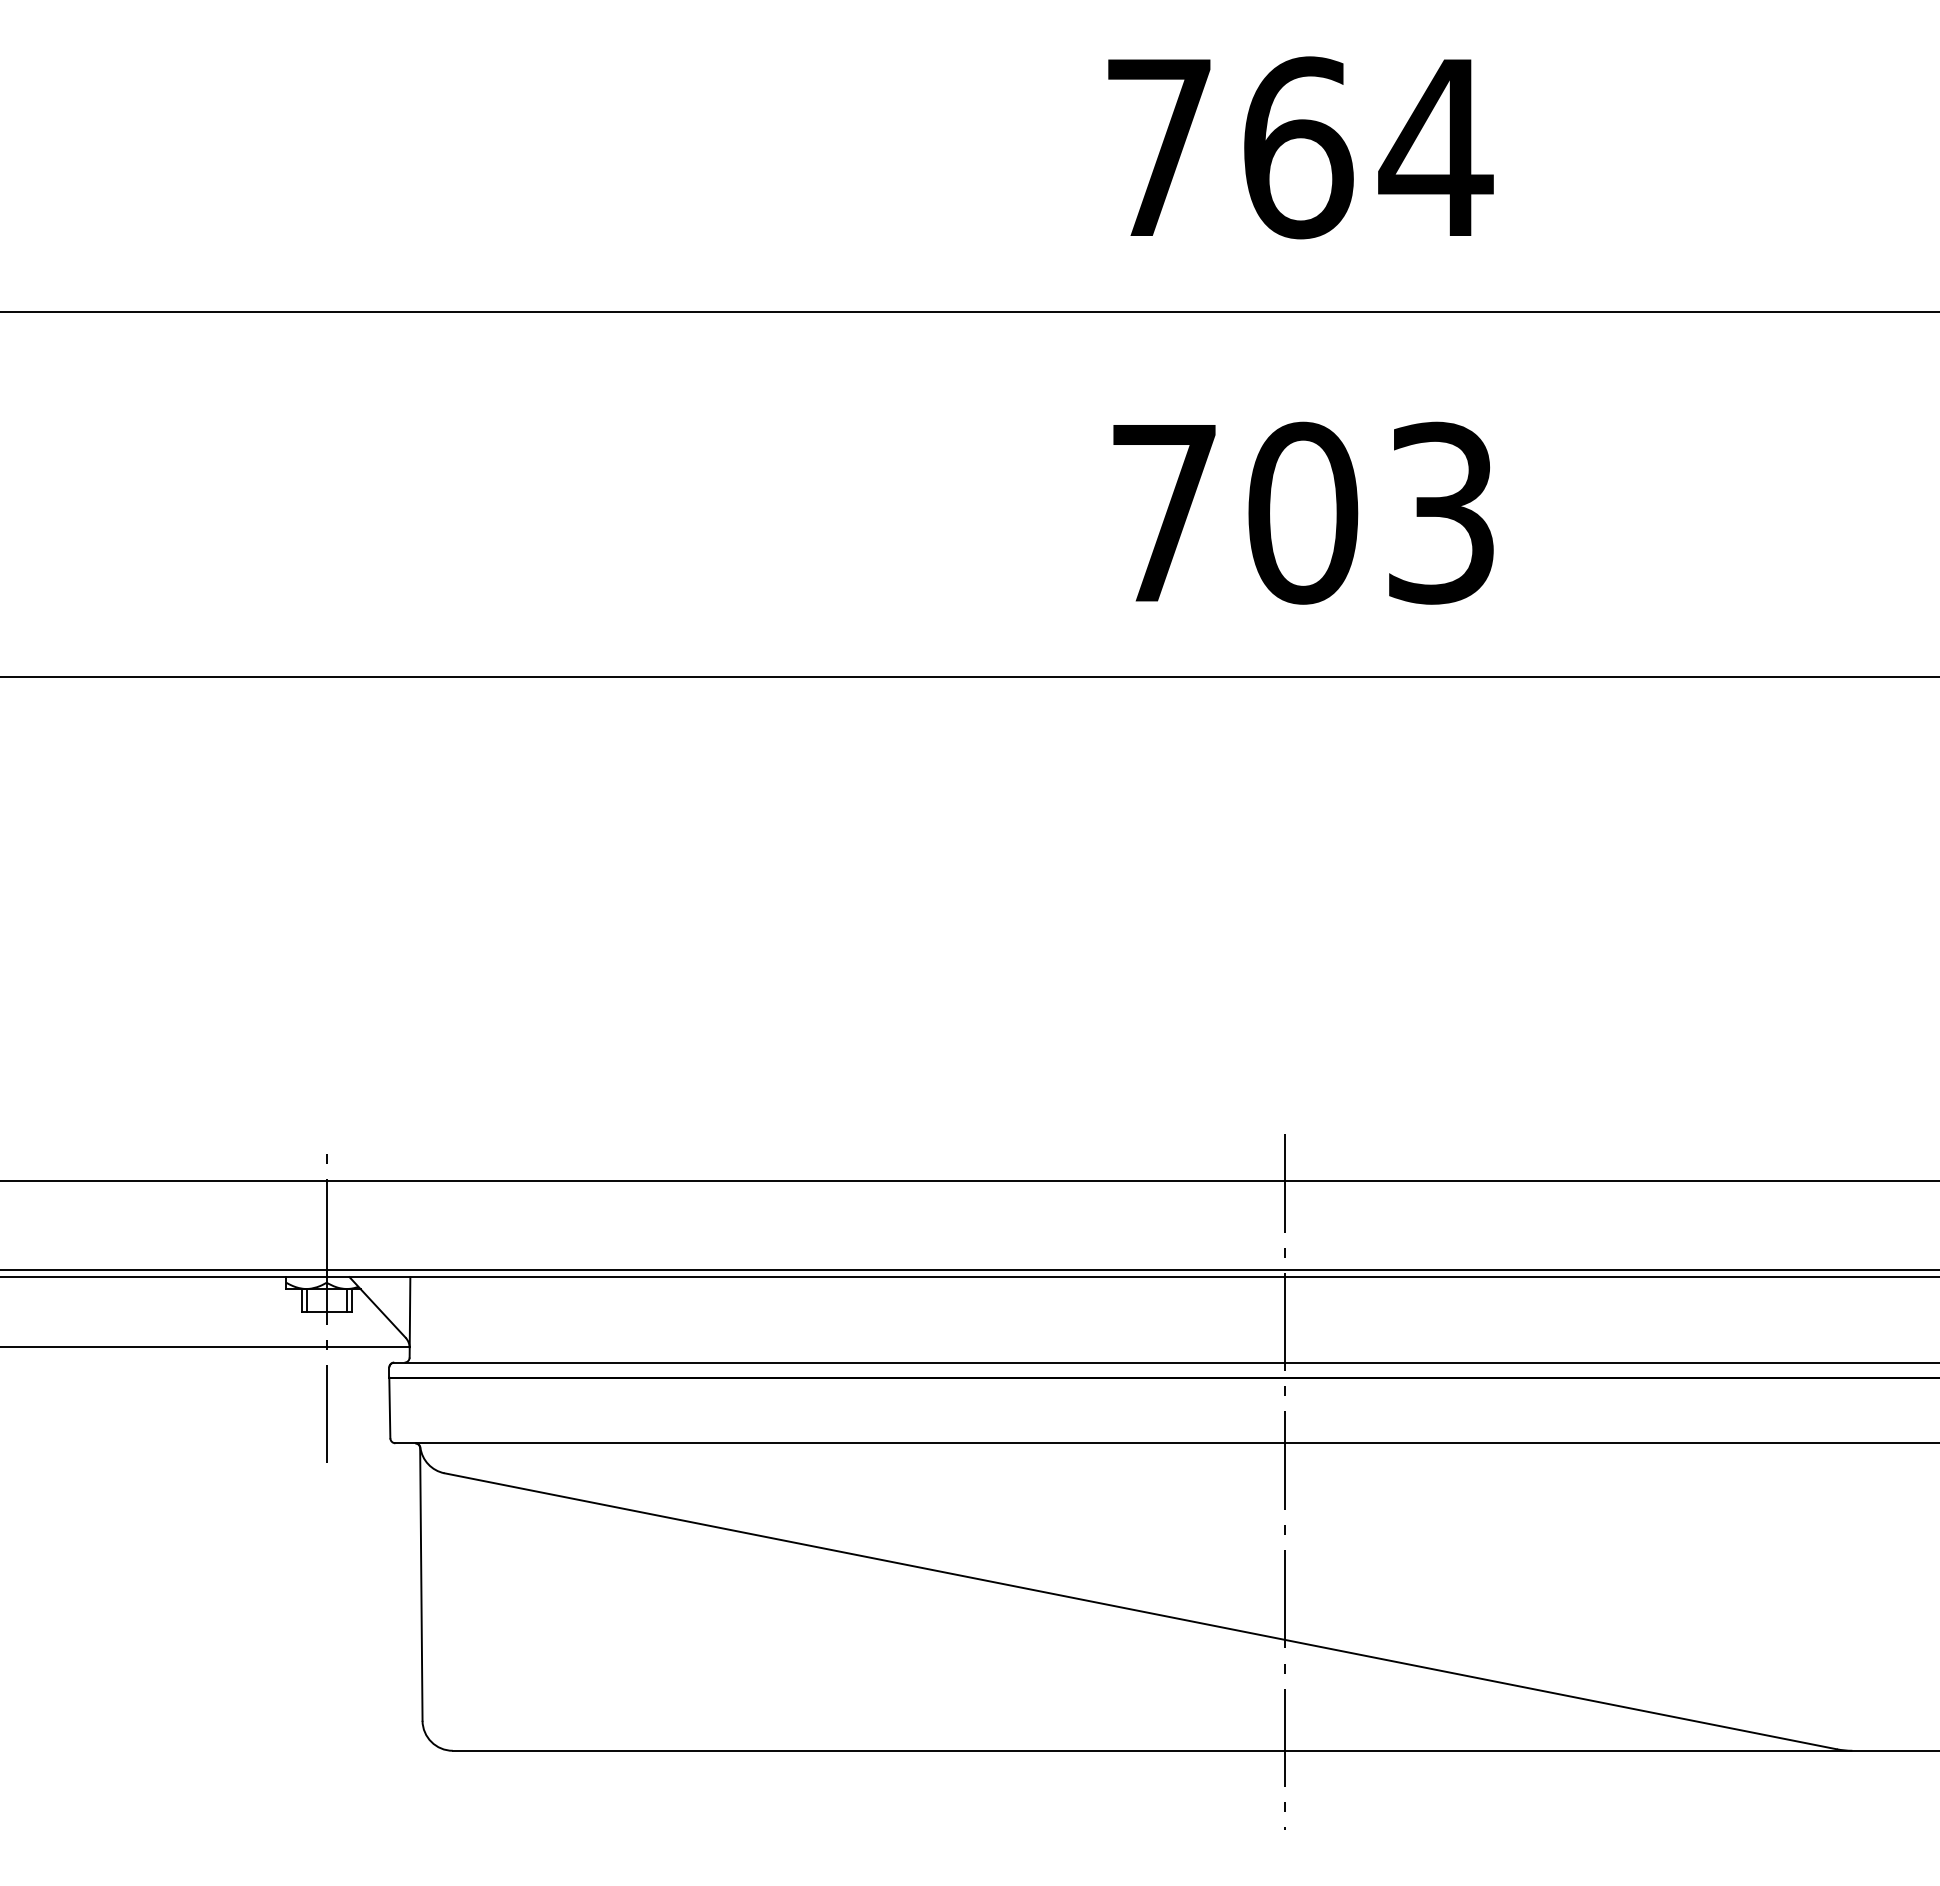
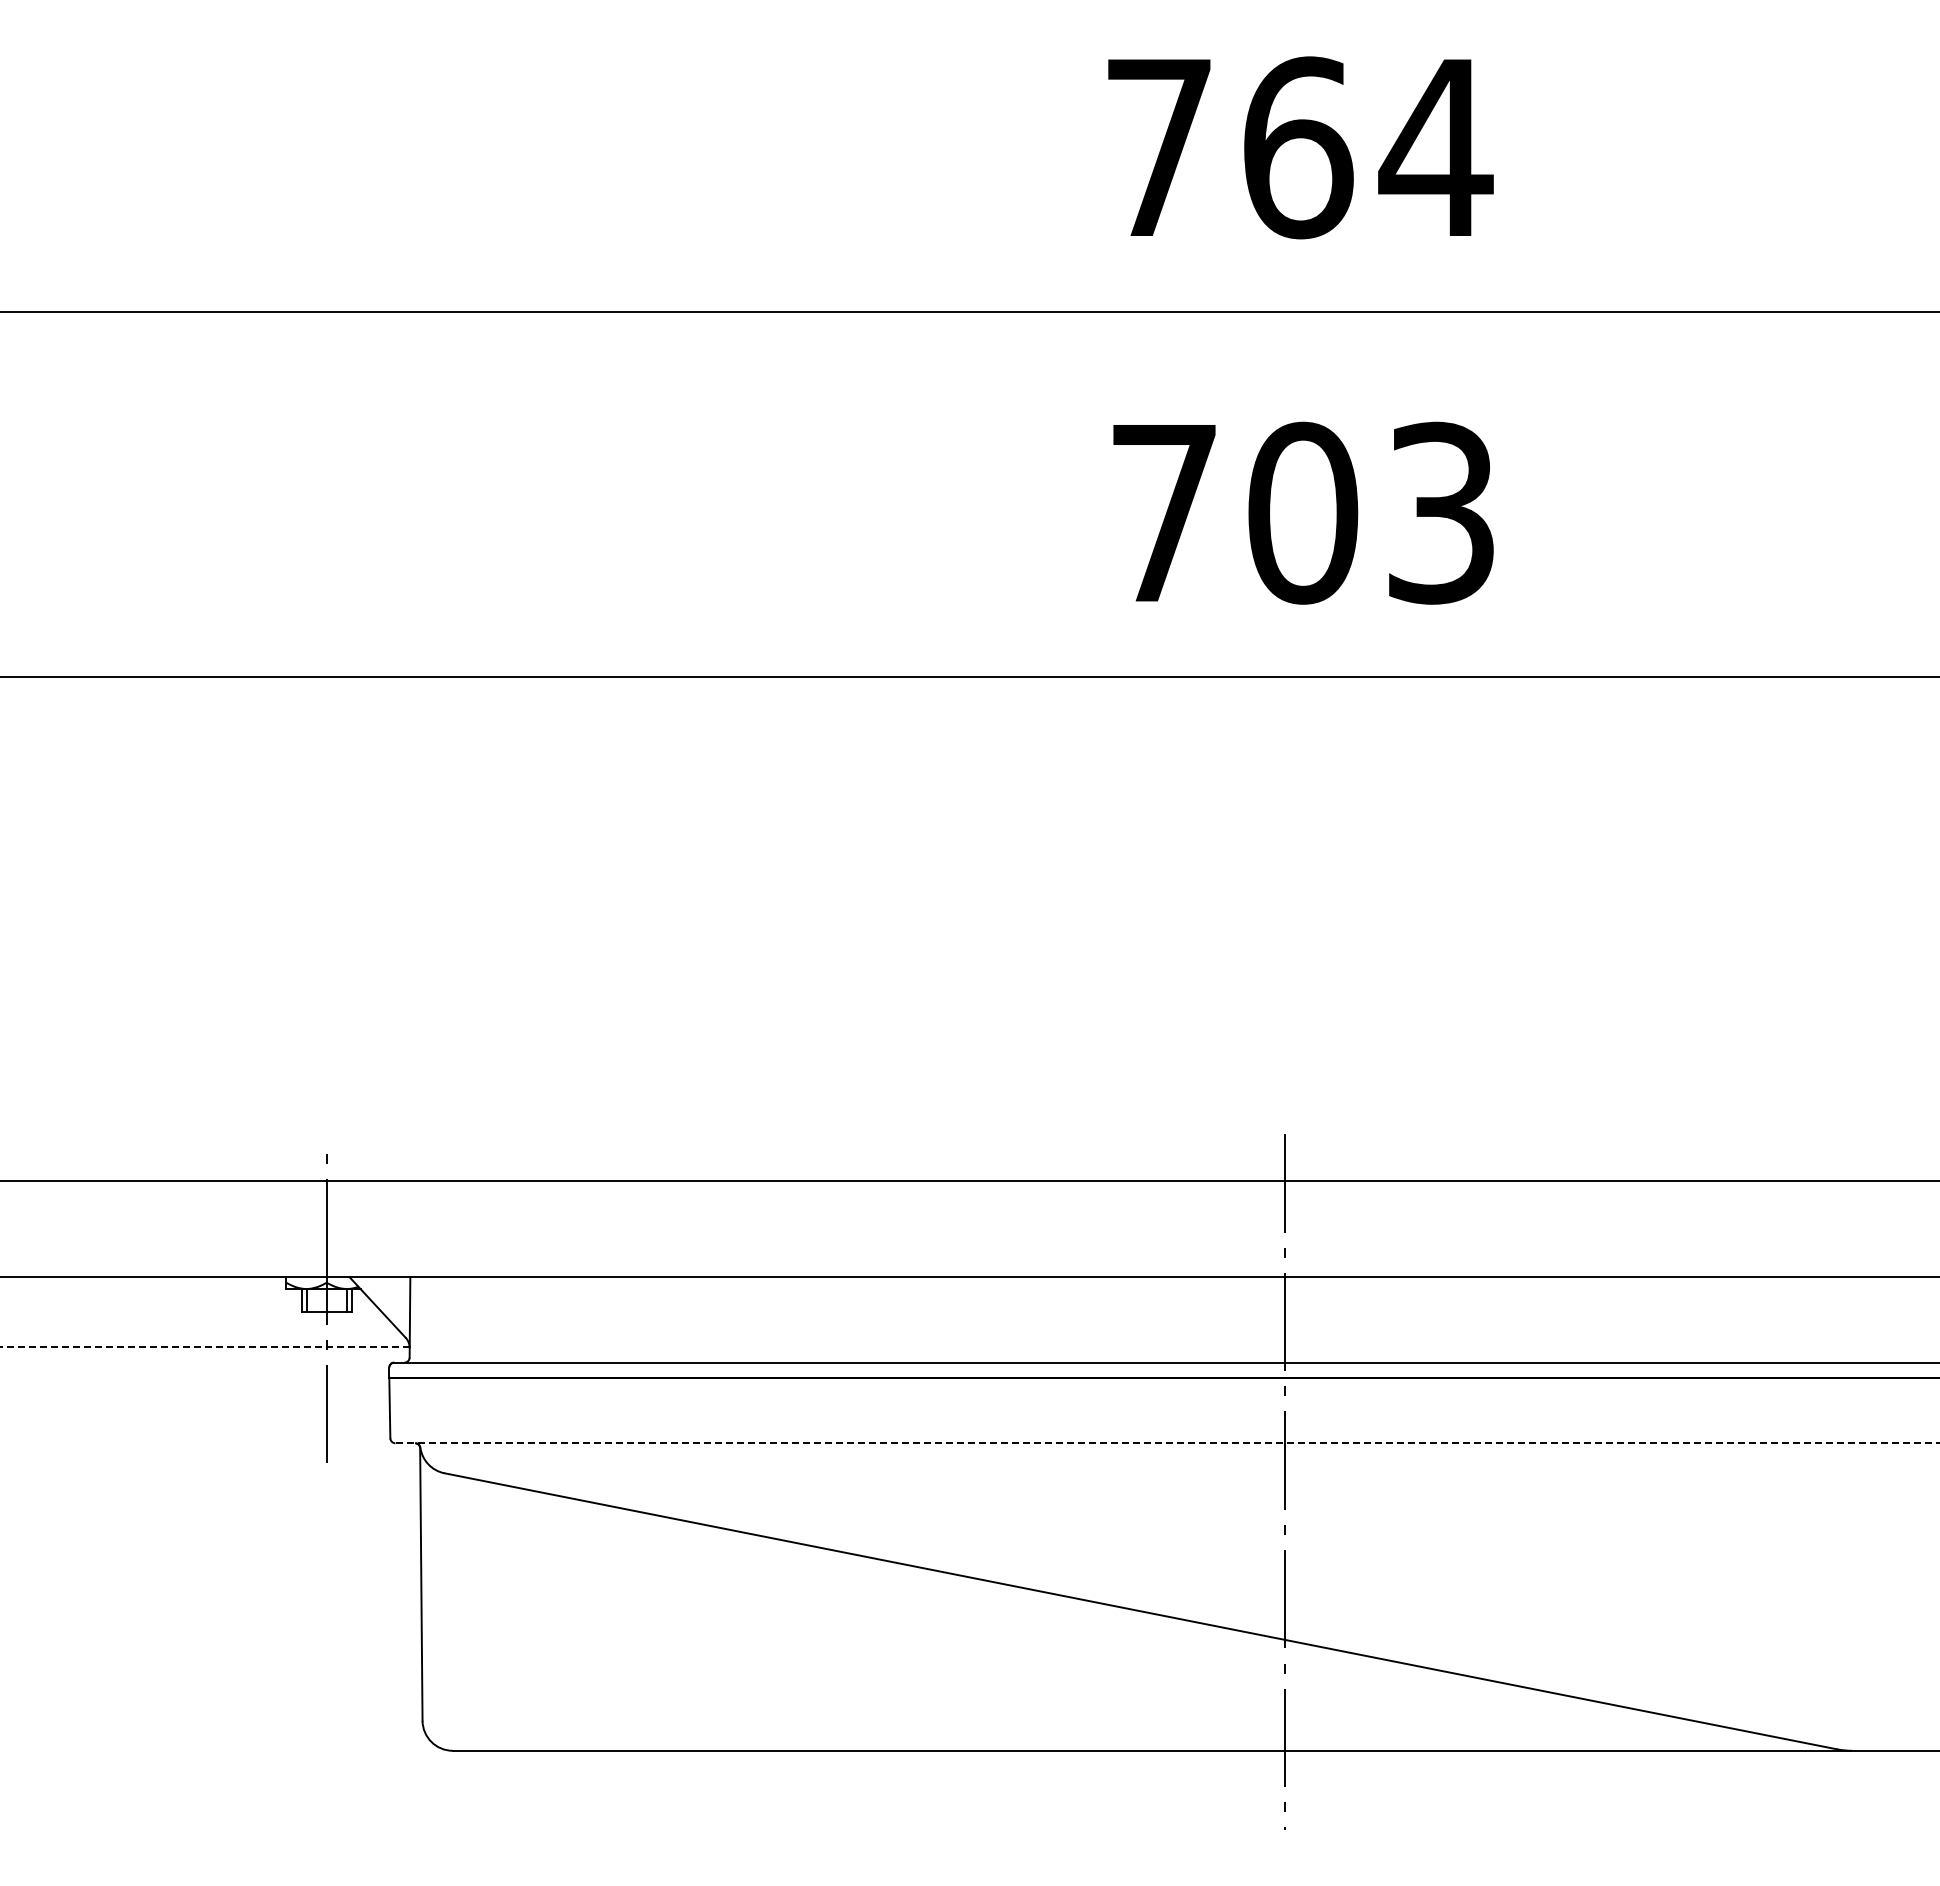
line at (969, 1269): present -> none
line at (204, 1347): solid -> dashed
line at (1167, 1443): solid -> dashed
